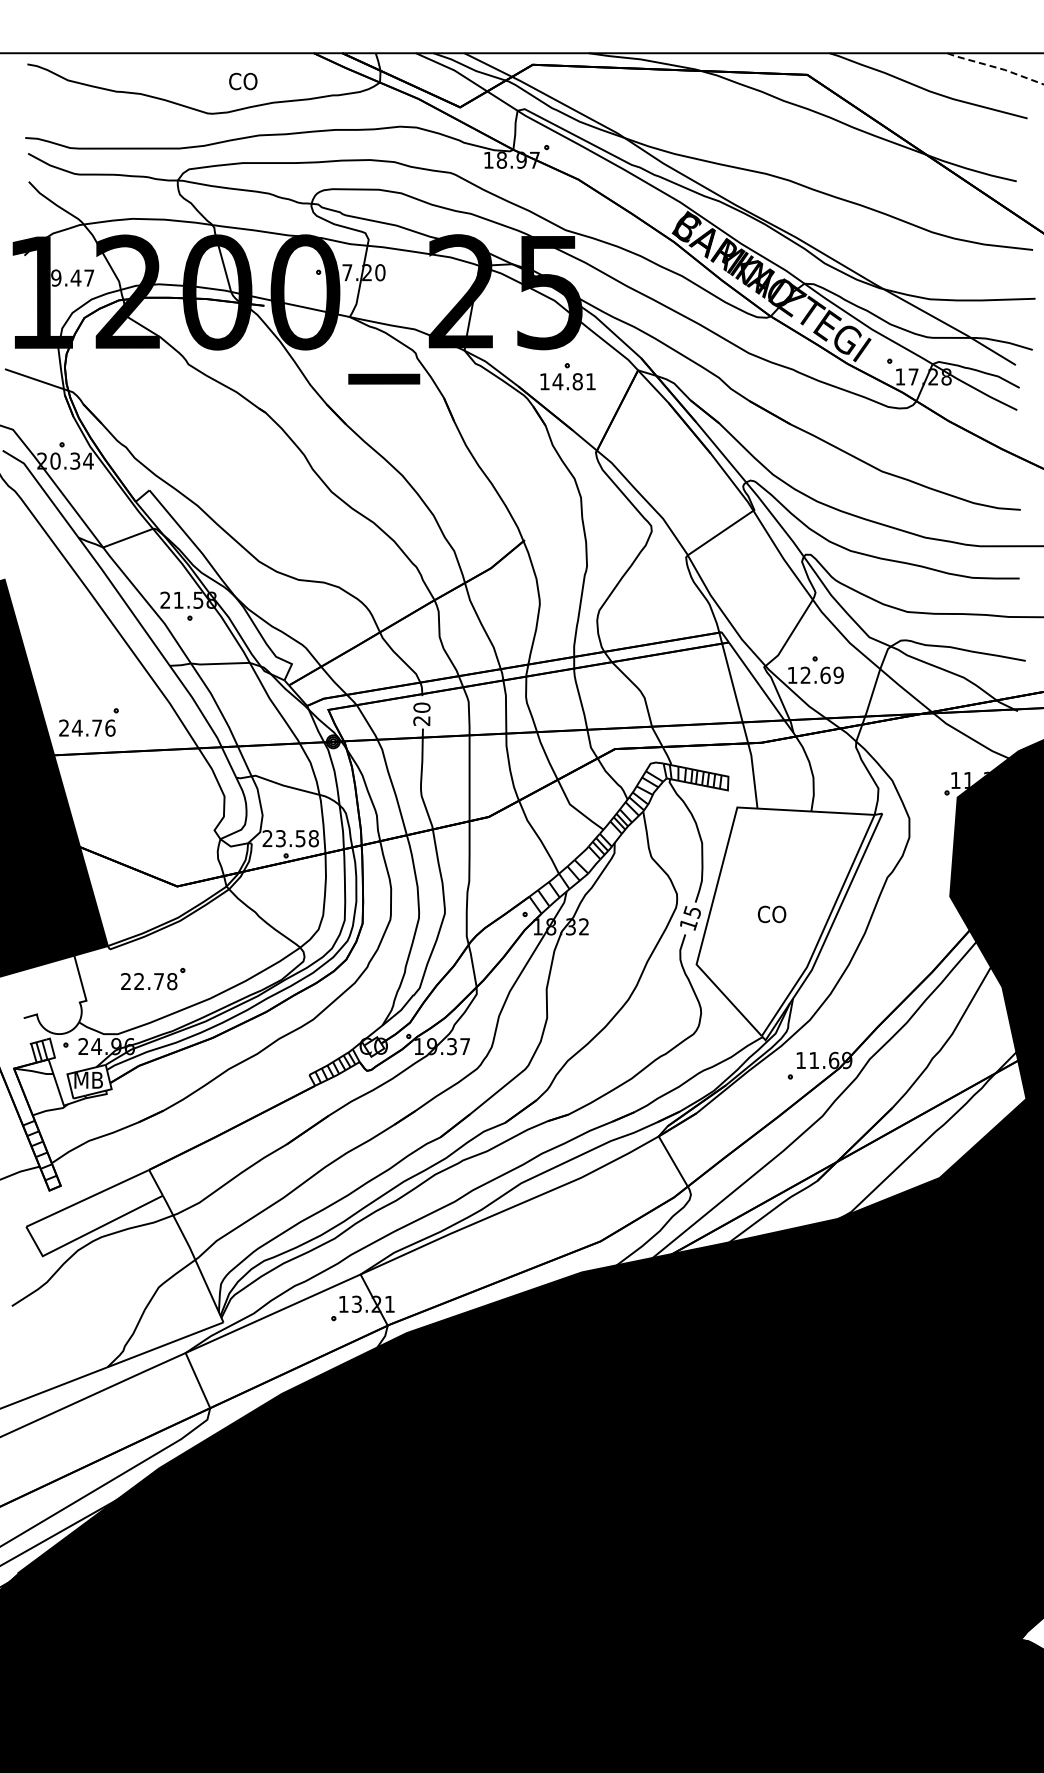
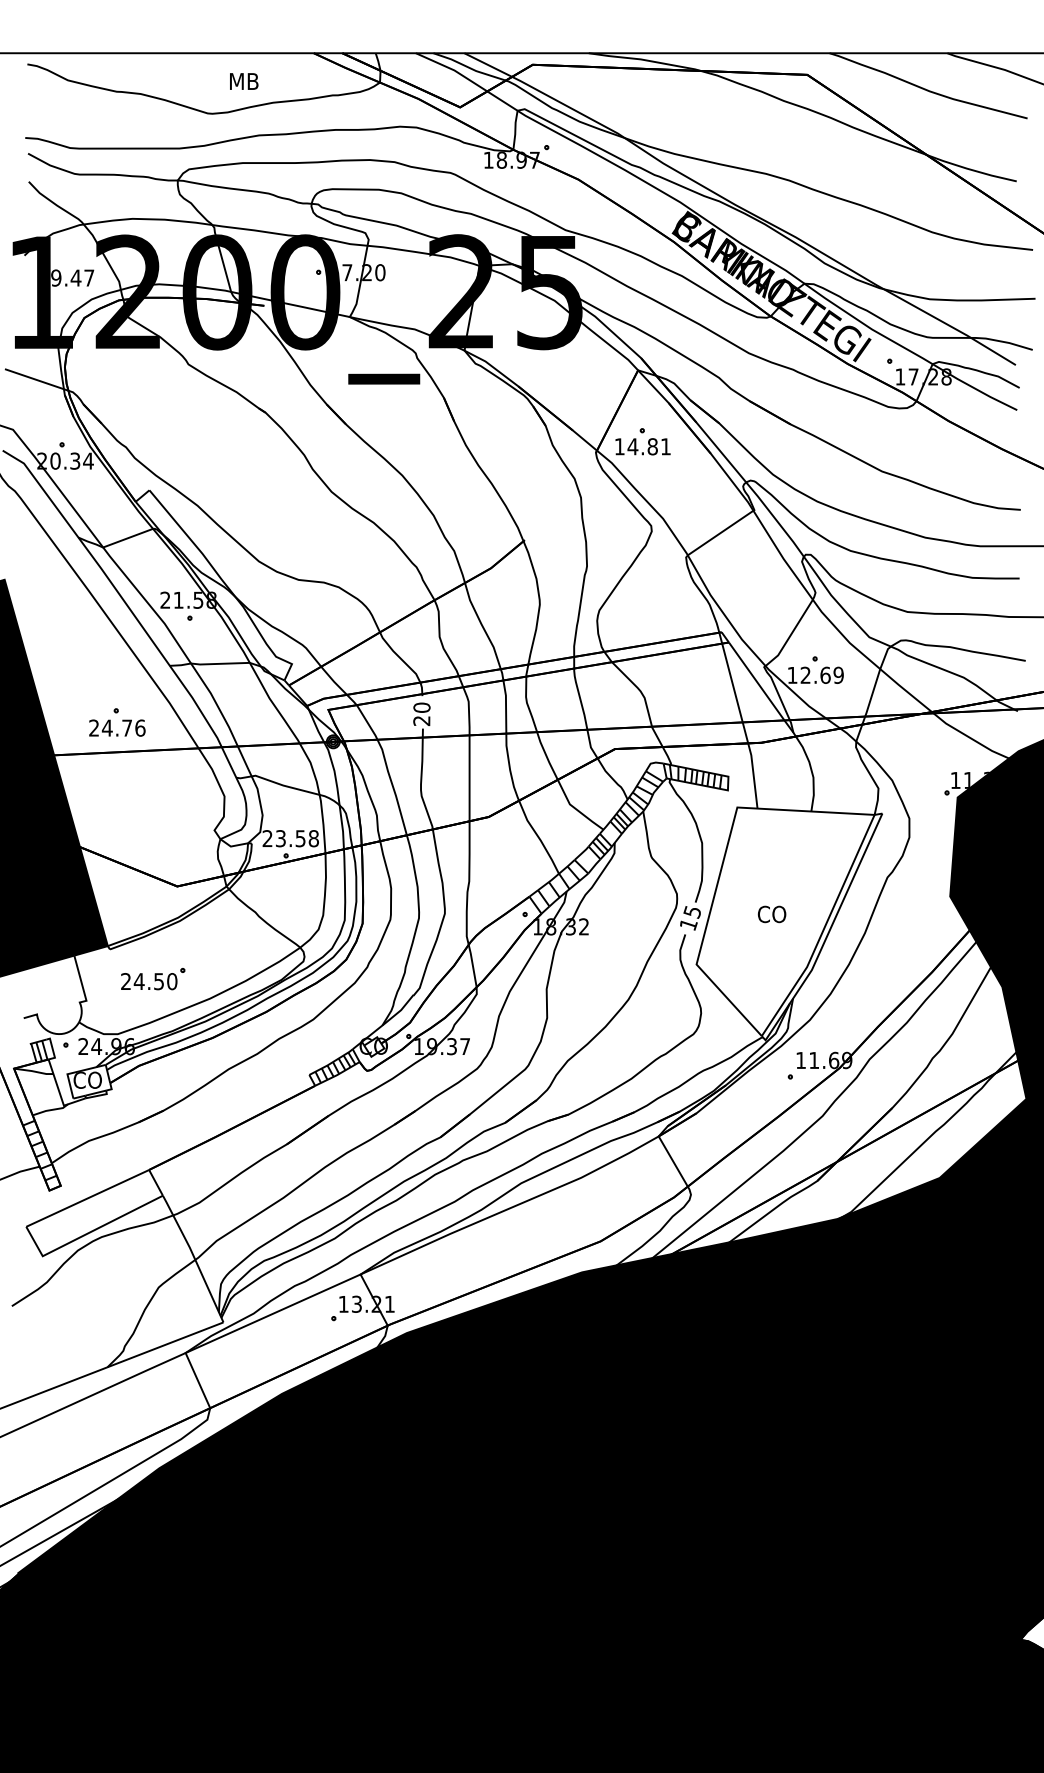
line at (996, 67): dashed -> solid
text at (243, 81): CO -> MB
part at (567, 376) position: (567, 376) -> (642, 441)
text at (87, 727) position: (87, 727) -> (117, 727)
text at (155, 981): 22.78 -> 24.50
text at (87, 1079): MB -> CO
